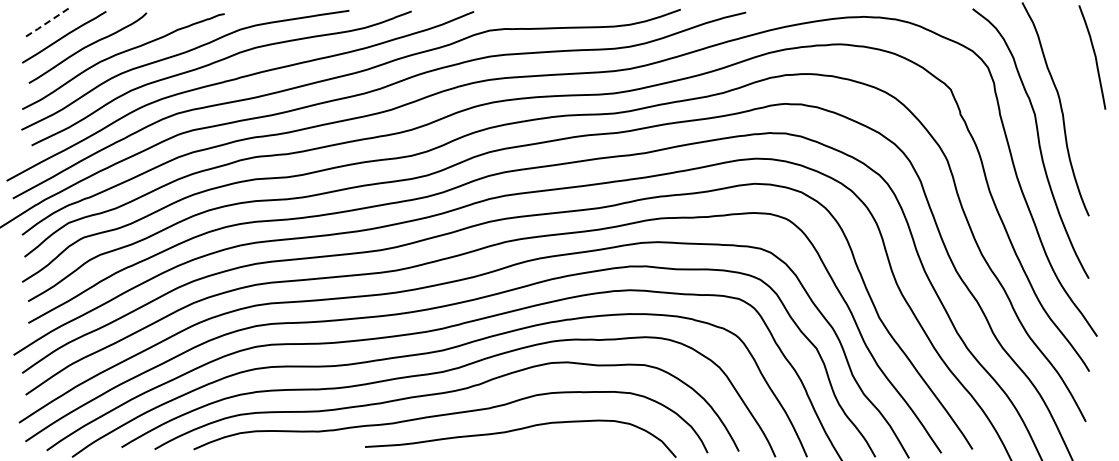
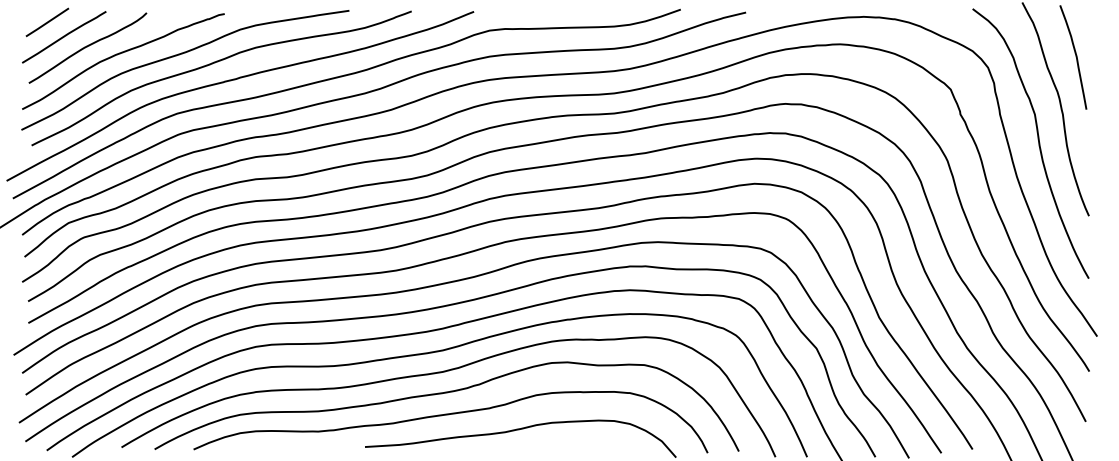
line at (47, 22): dashed -> solid
curve at (1094, 57) position: (1094, 57) -> (1075, 57)
